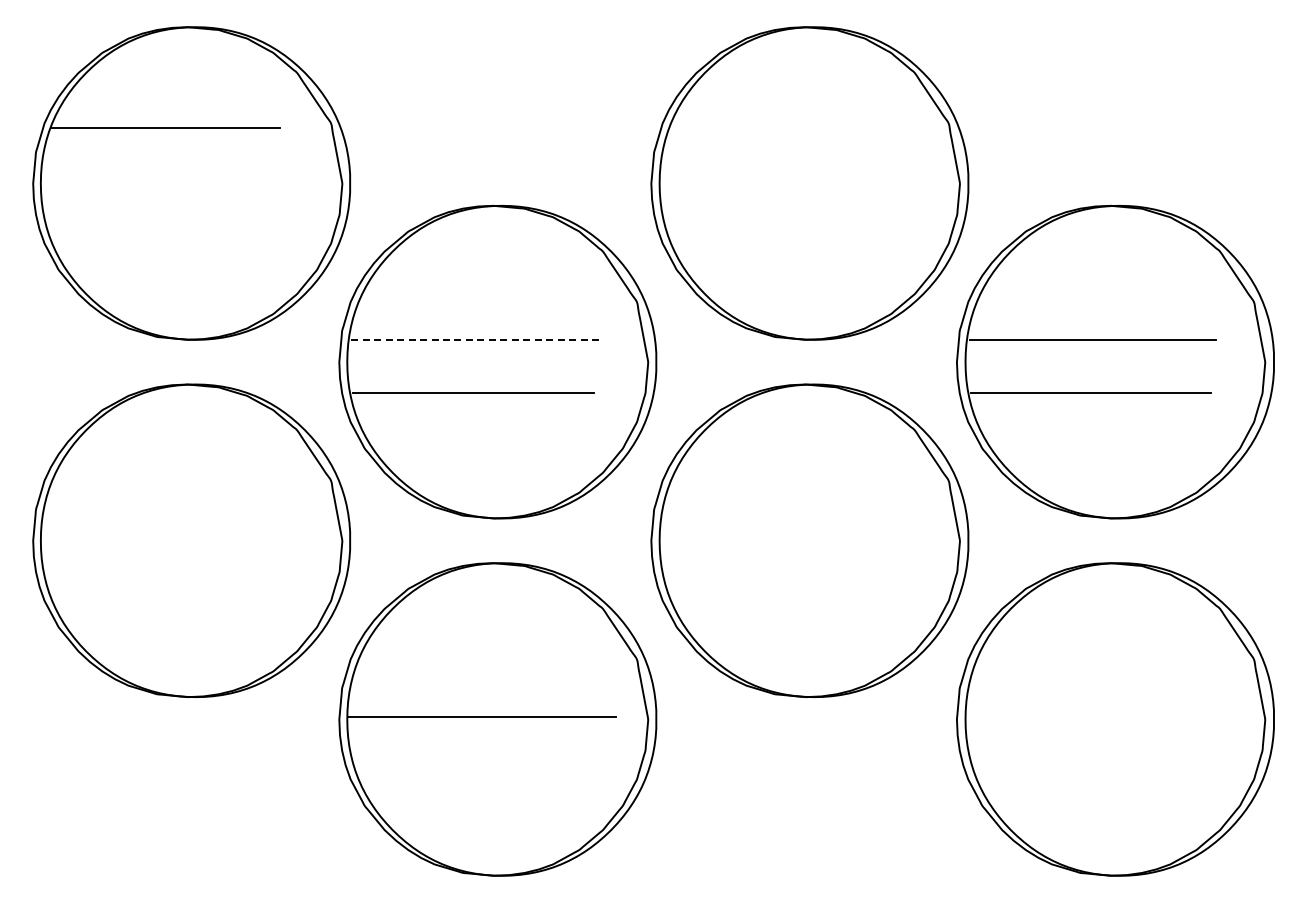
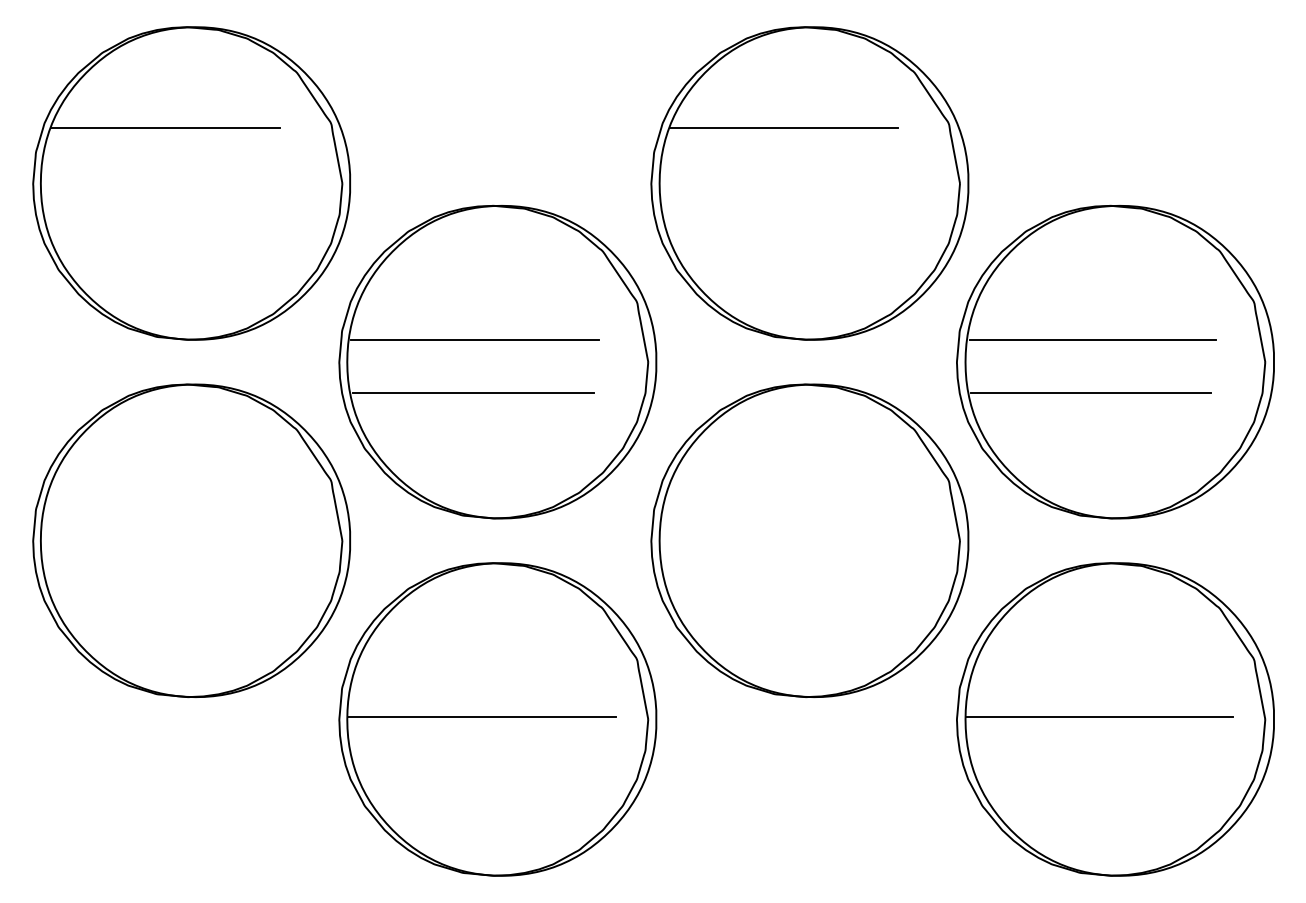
line at (783, 127): none -> present
line at (475, 339): dashed -> solid
line at (1098, 717): none -> present
